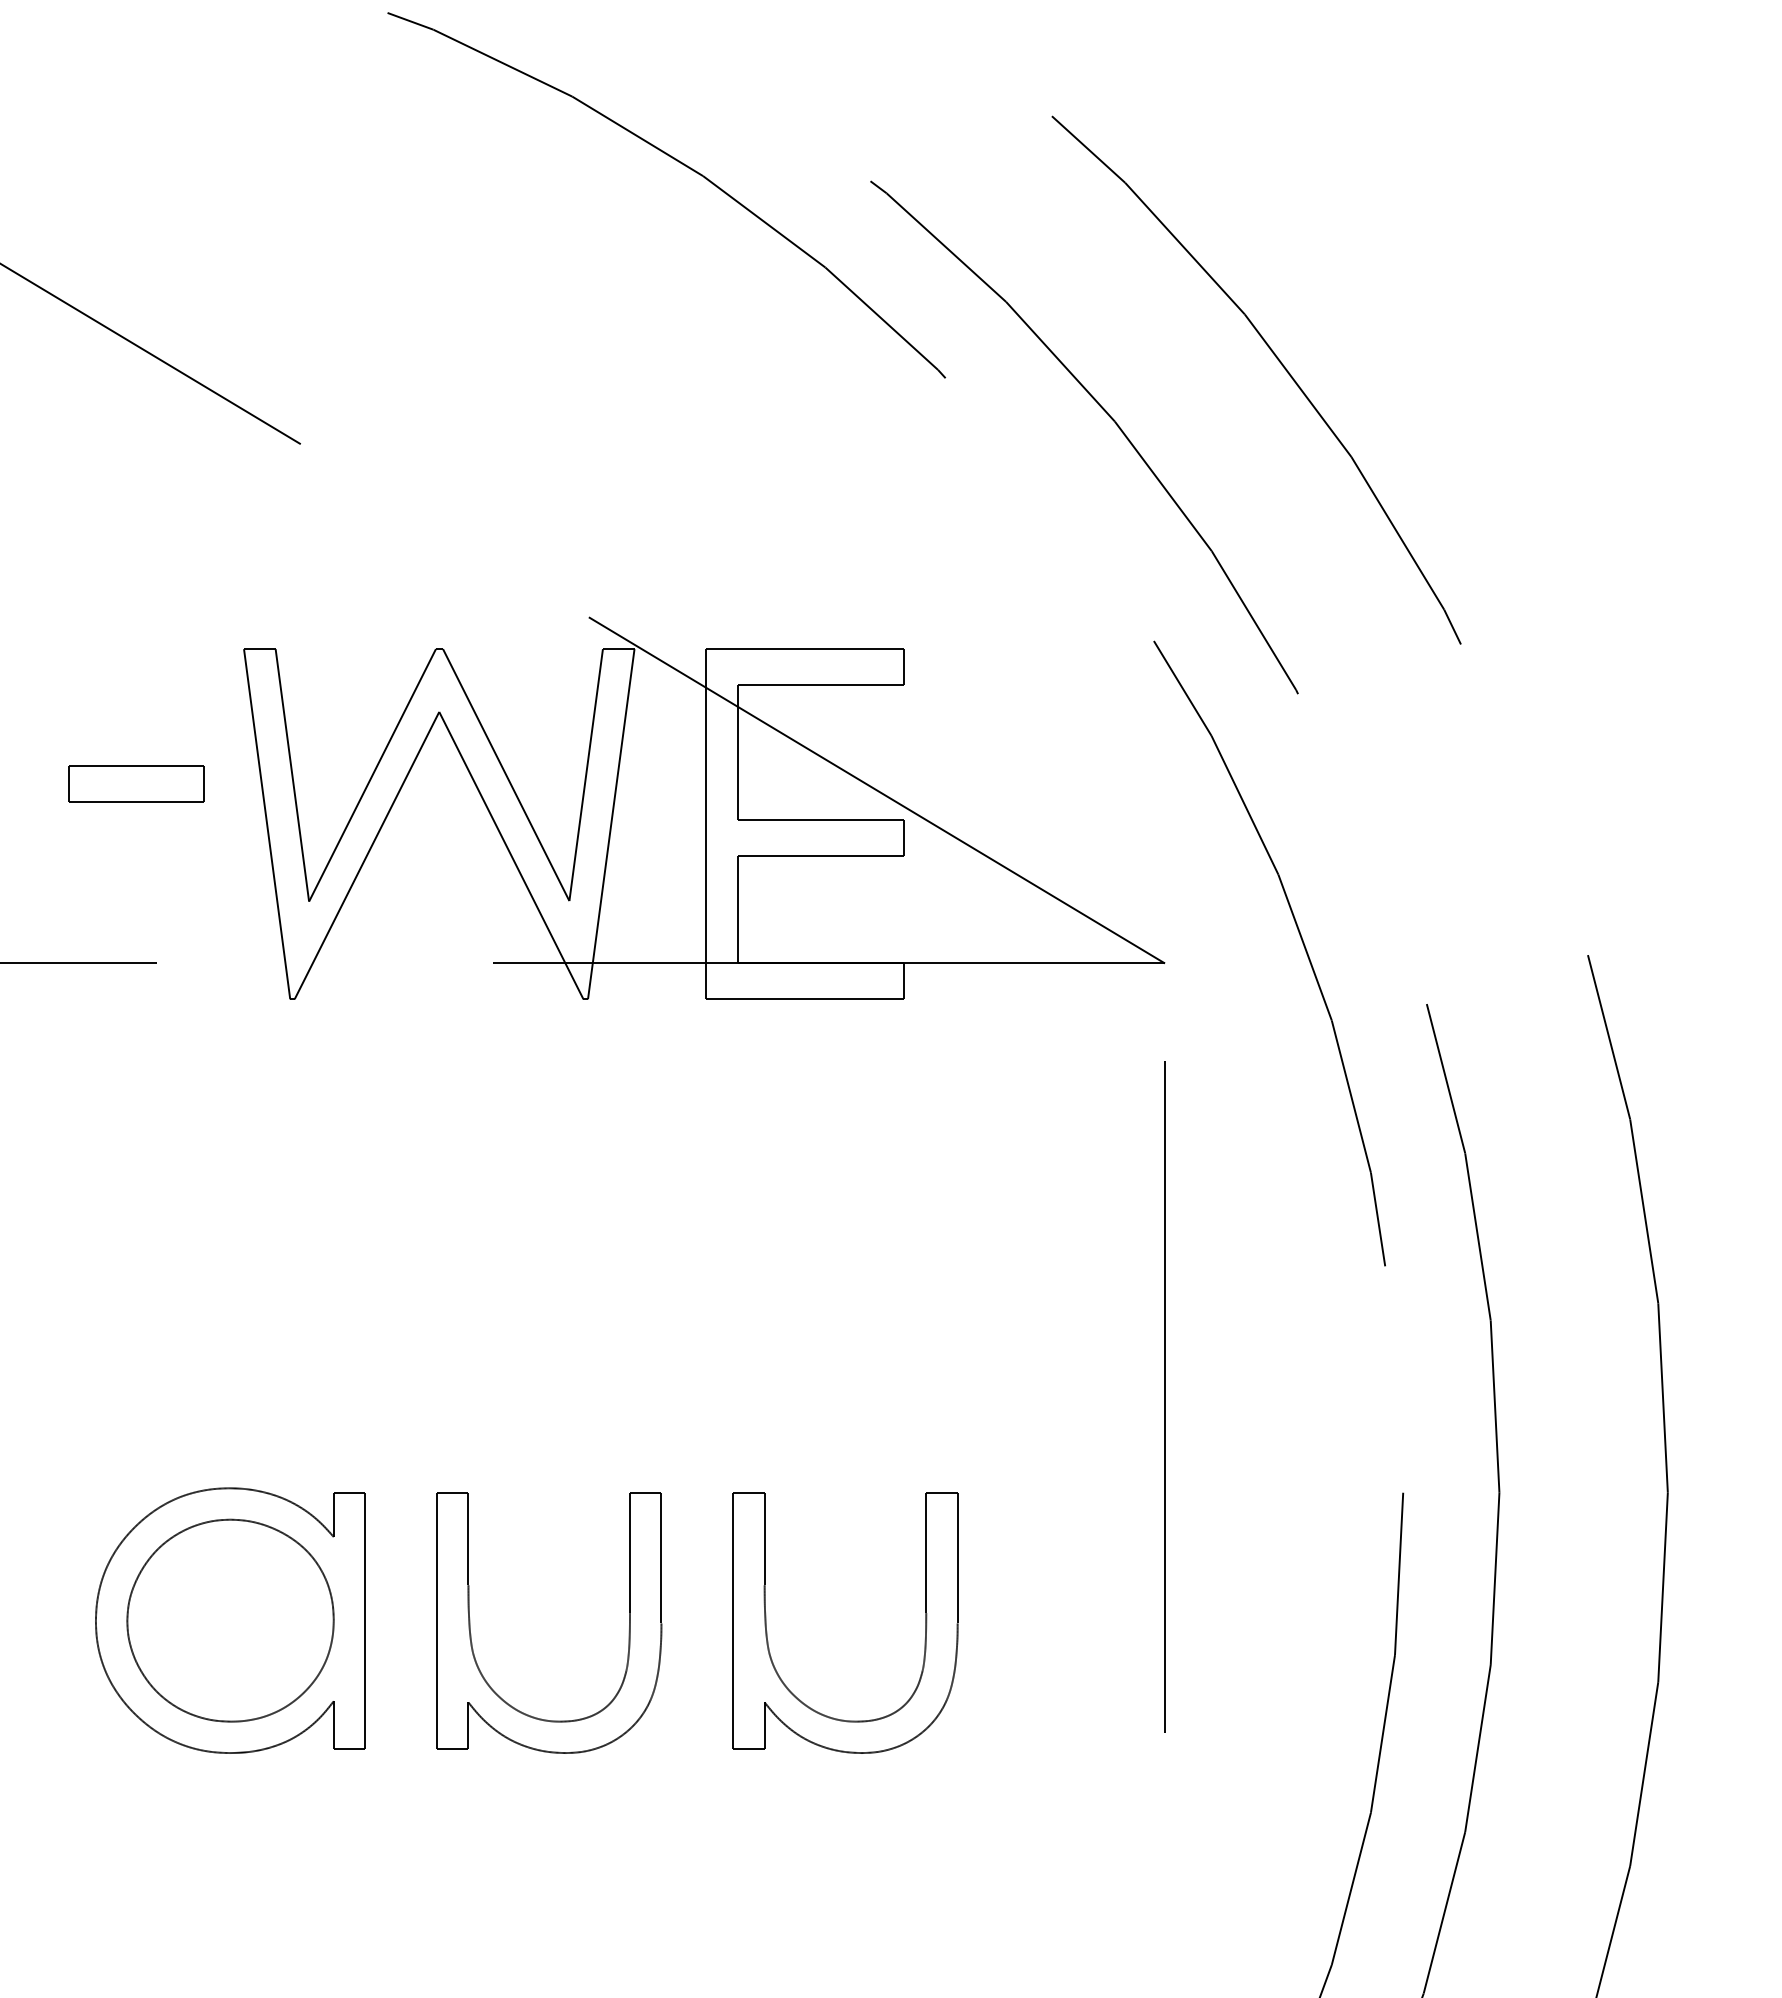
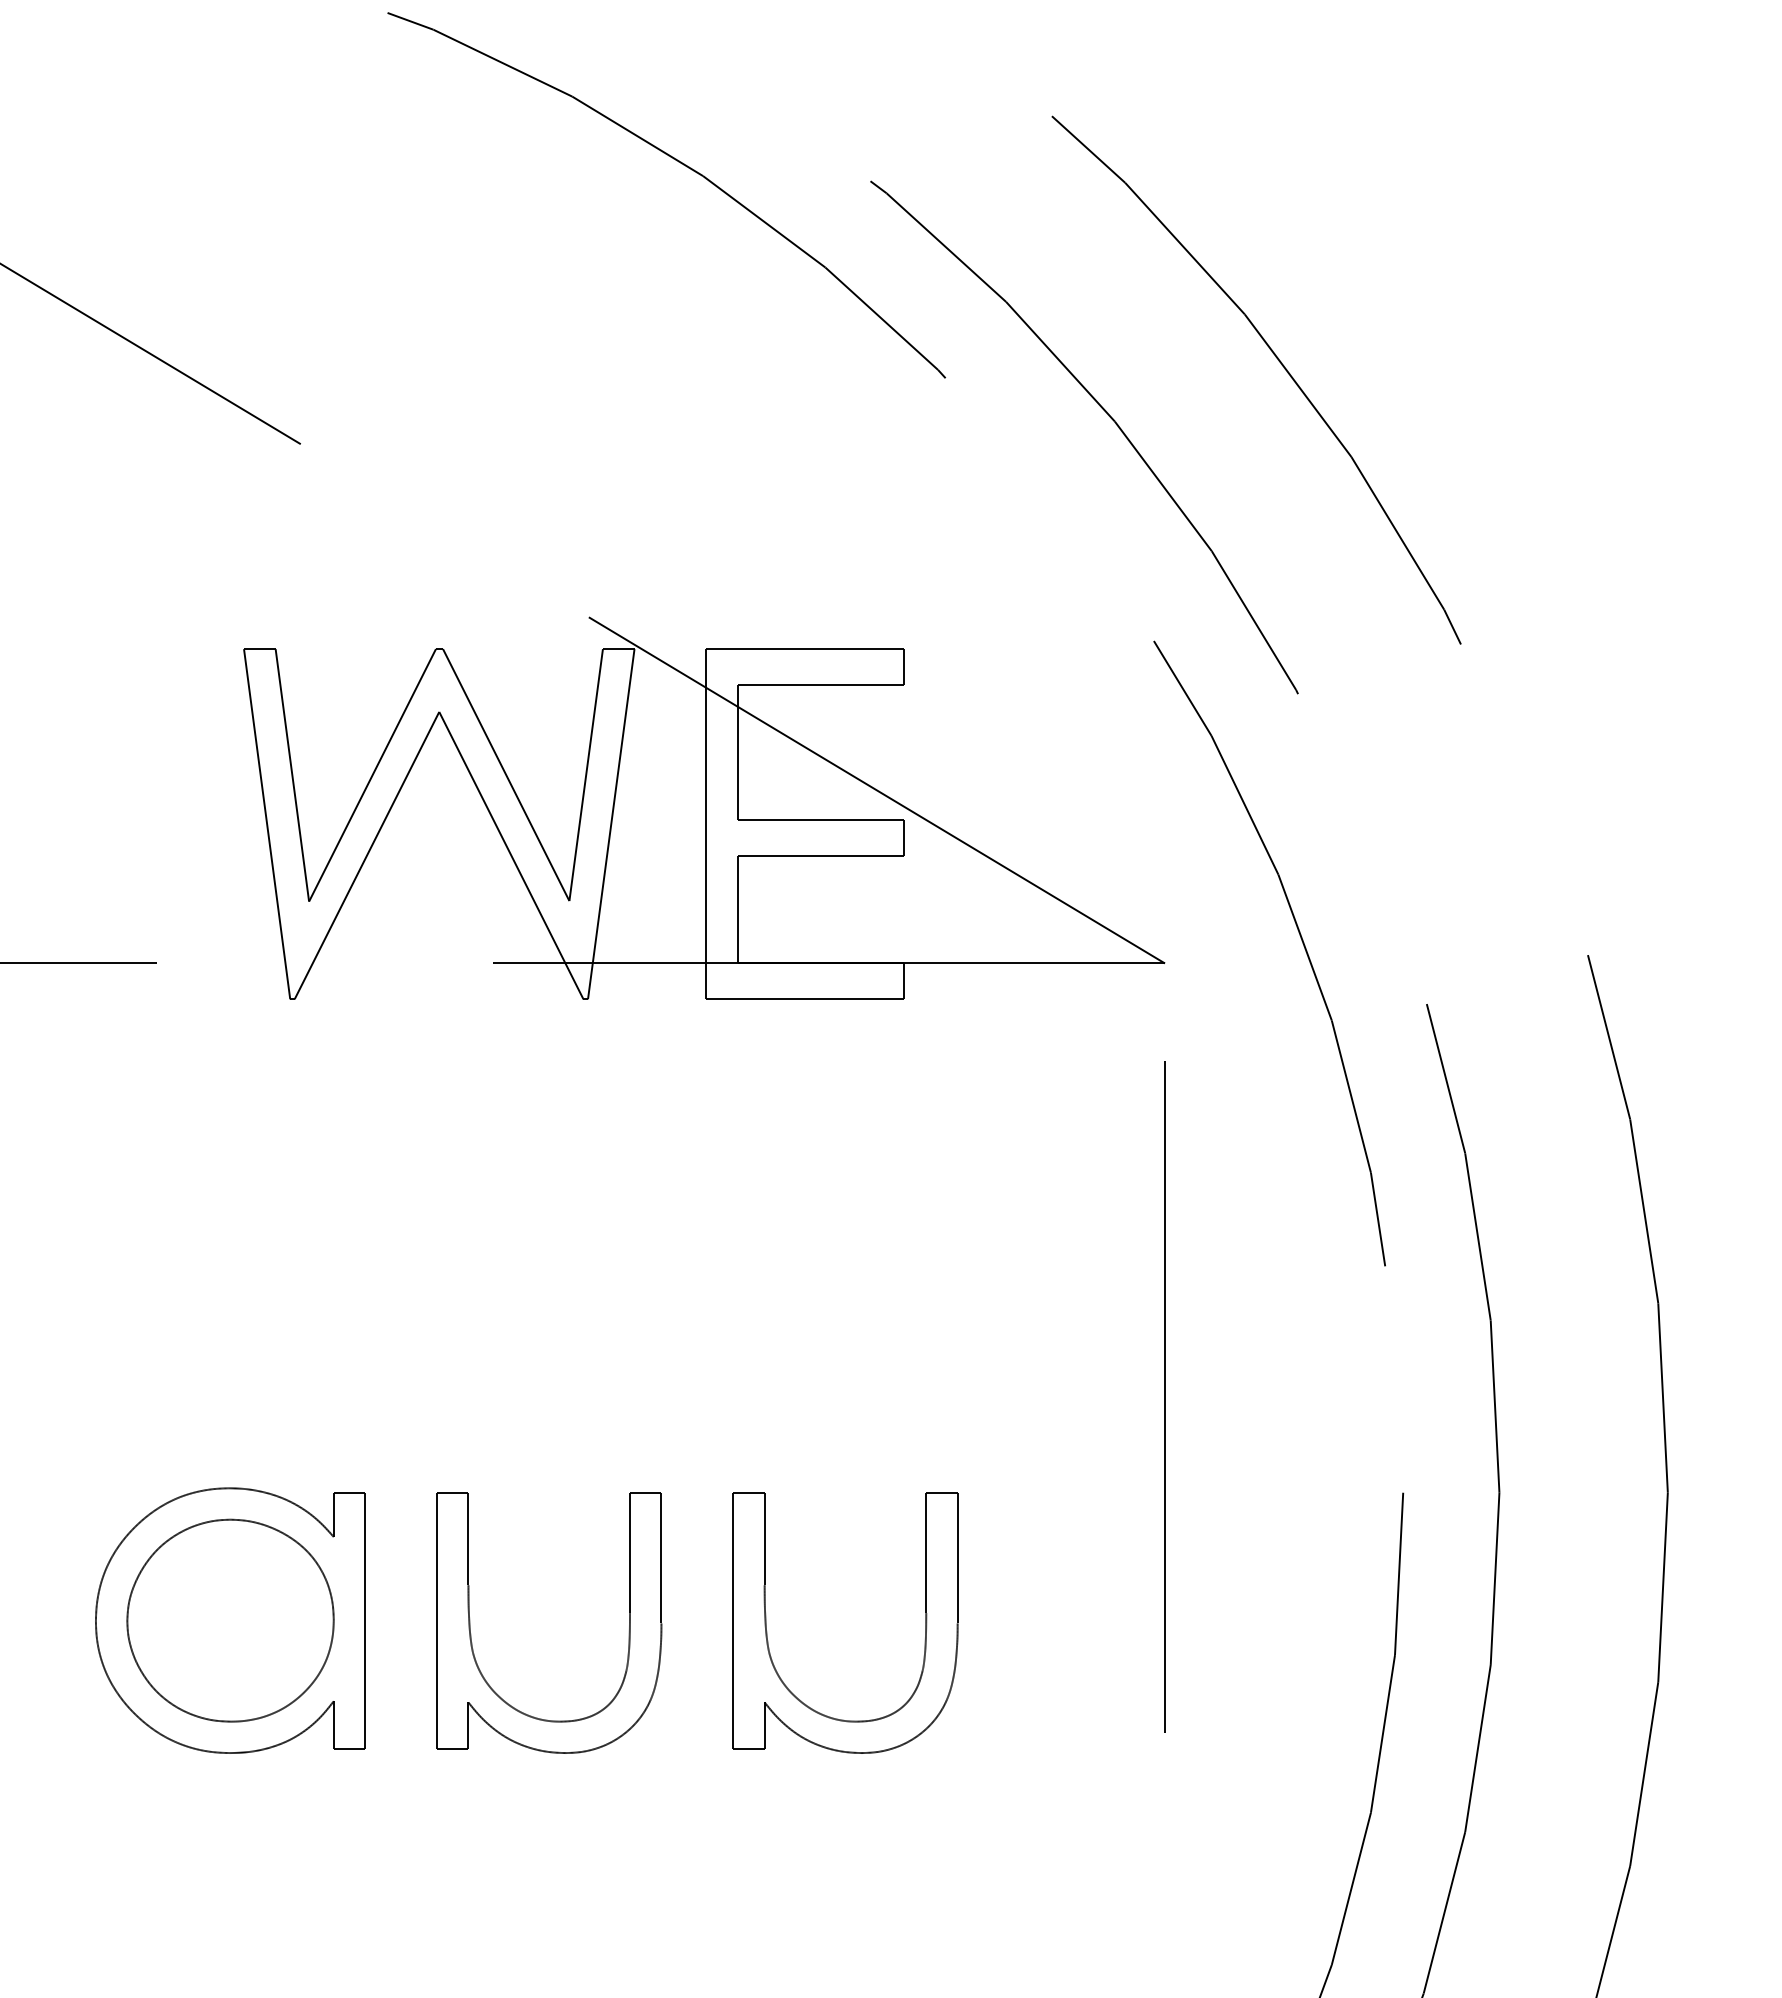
part at (136, 783): present -> none
